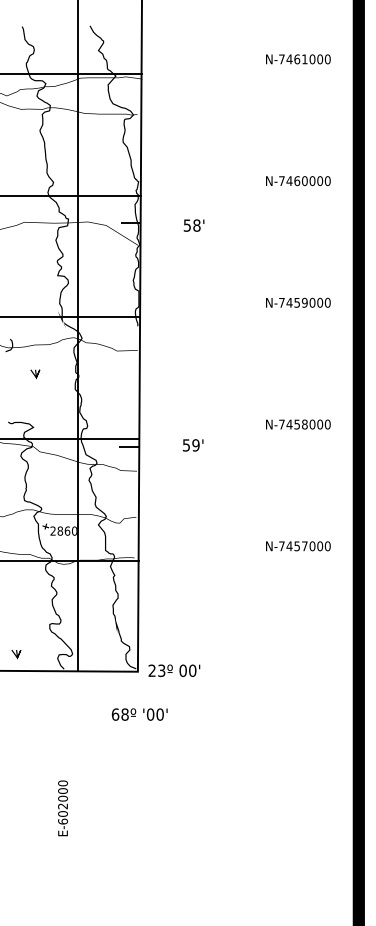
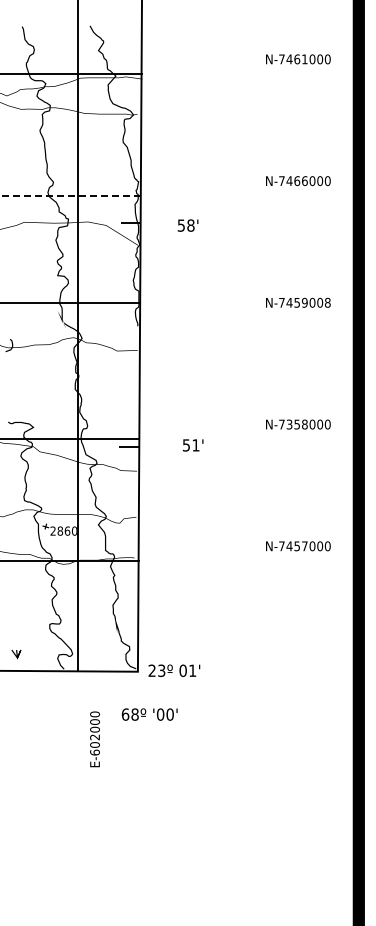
text at (304, 180): N-7460000 -> N-7466000
line at (70, 195): solid -> dashed
text at (193, 225) position: (193, 225) -> (187, 225)
text at (327, 302): N-7459000 -> N-7459008
line at (71, 317) position: (71, 317) -> (71, 303)
line at (35, 374): present -> none
text at (289, 424): N-7458000 -> N-7358000
text at (195, 445): 59' -> 51'
text at (192, 670): 00' -> 01'
text at (139, 714) position: (139, 714) -> (149, 714)
text at (62, 808) position: (62, 808) -> (94, 739)
